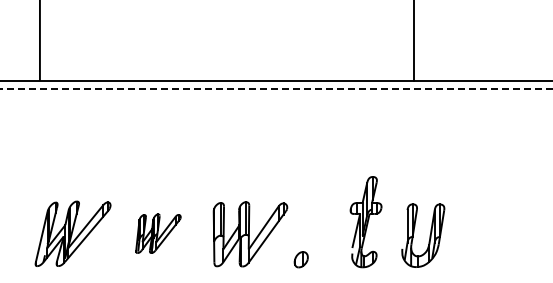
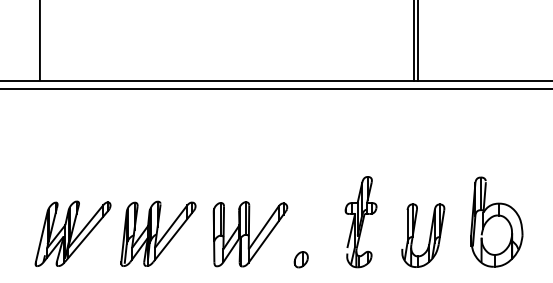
line at (418, 41): none -> present
line at (276, 88): dashed -> solid
part at (496, 221): none -> present
part at (365, 222) position: (365, 222) -> (360, 222)
part at (158, 233) size: 47x41 px -> 77x67 px
